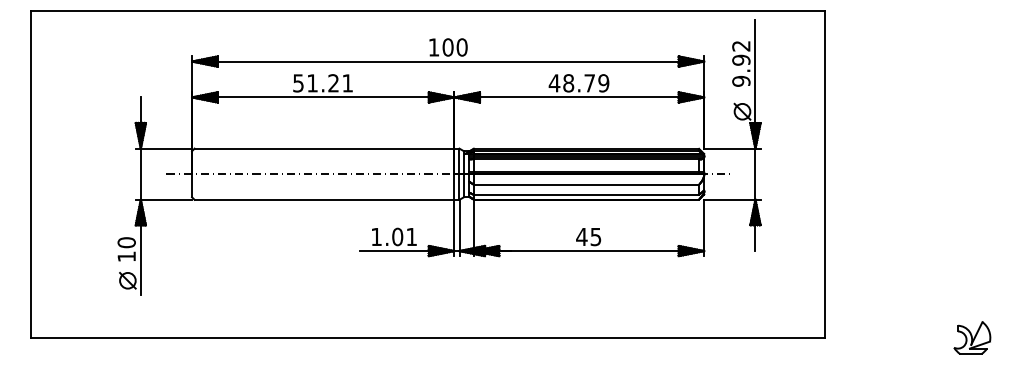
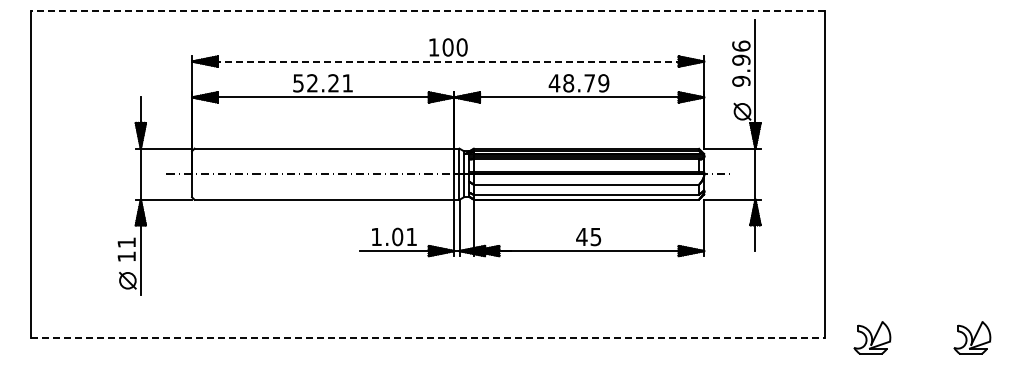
line at (427, 10): solid -> dashed
text at (741, 45): 9.92 -> 9.96
line at (448, 61): solid -> dashed
text at (312, 83): 51.21 -> 52.21
text at (126, 242): 10 -> 11
line at (428, 337): solid -> dashed
part at (872, 337): none -> present
